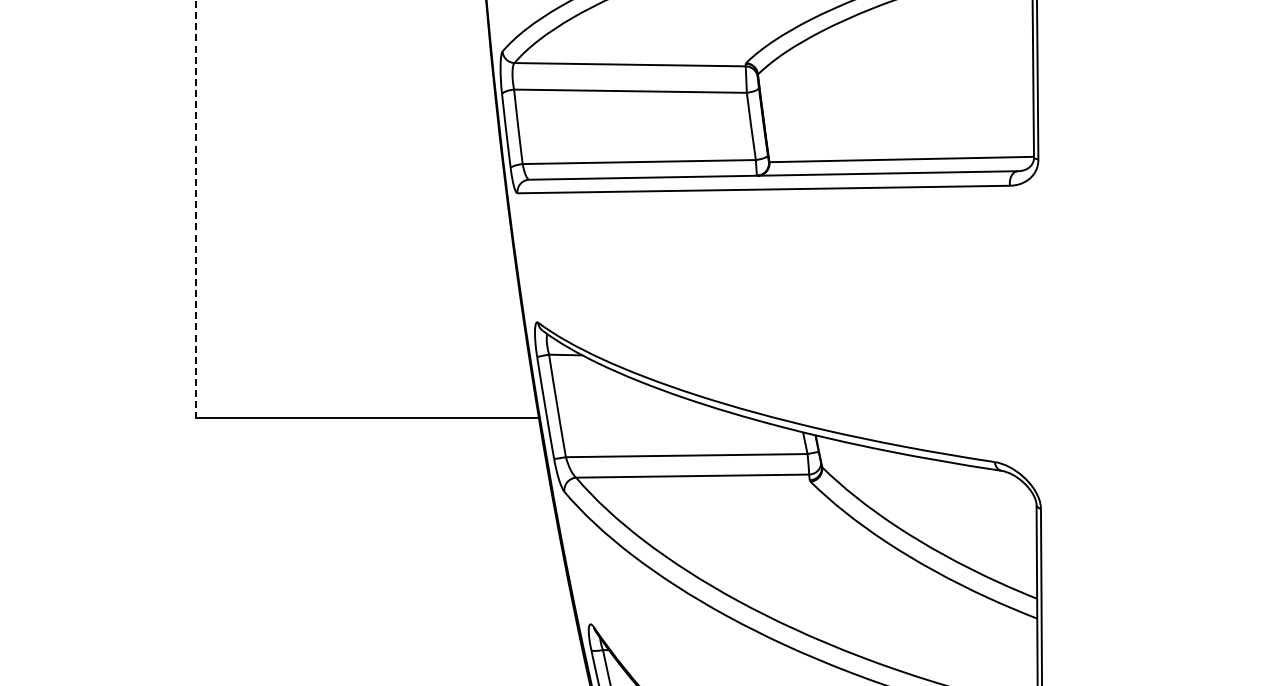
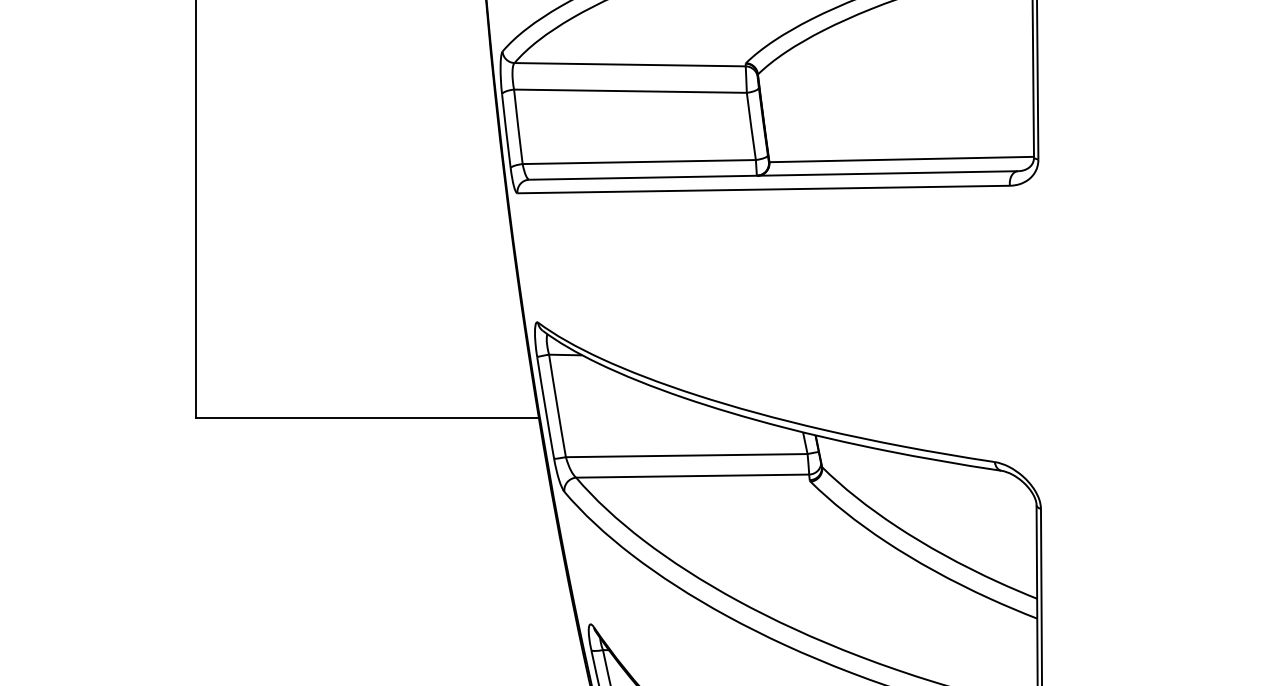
line at (195, 209): dashed -> solid
